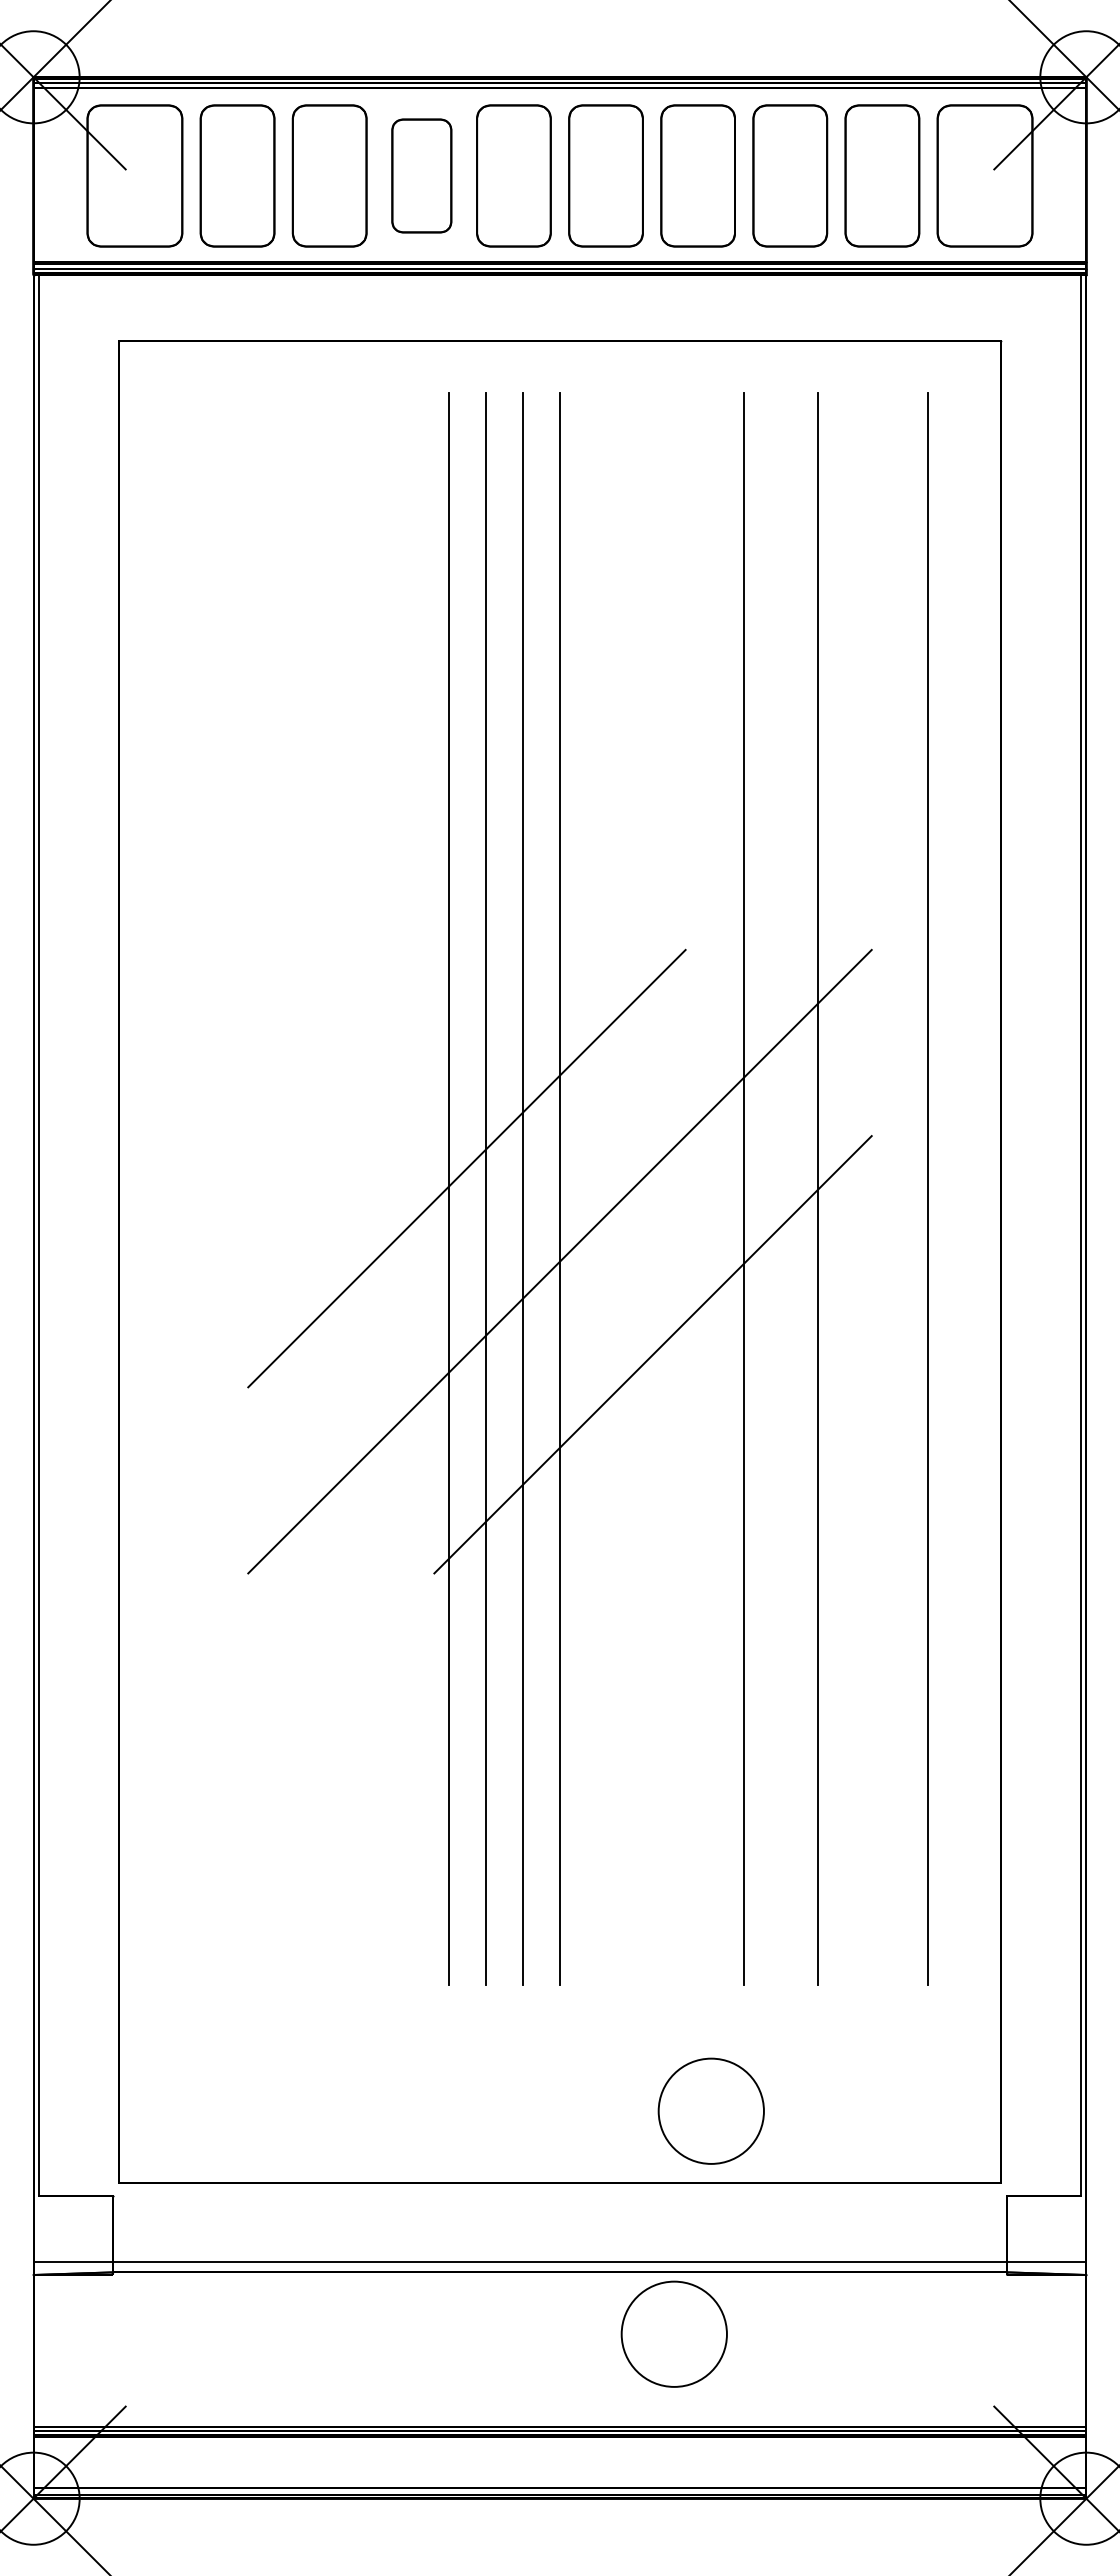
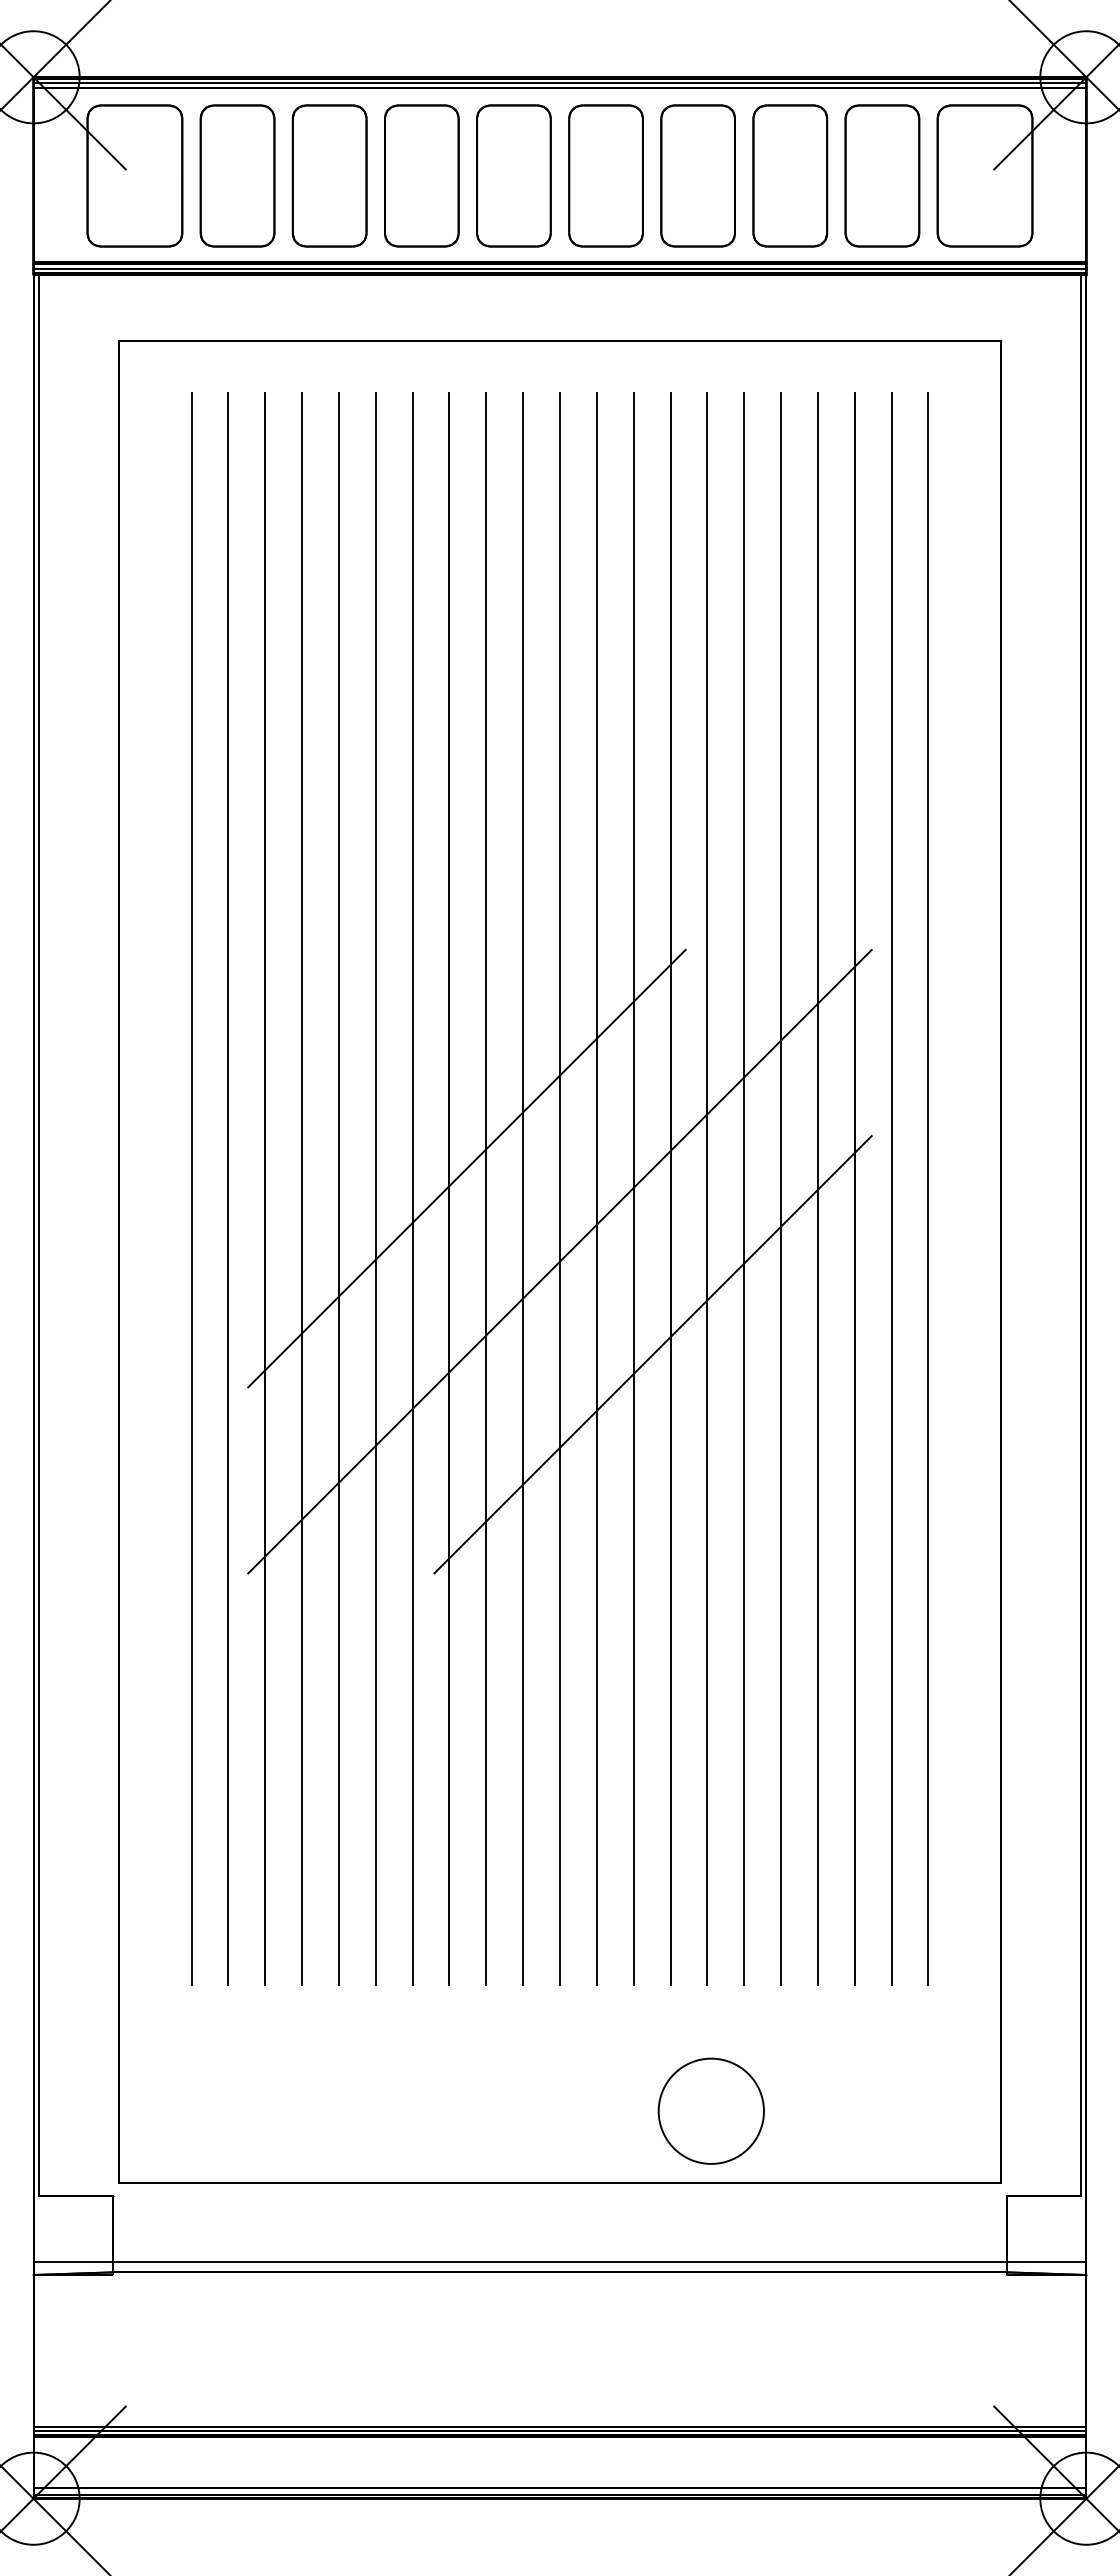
part at (421, 175) size: 62x116 px -> 76x144 px
line at (191, 1189): none -> present
line at (228, 1189): none -> present
line at (265, 1189): none -> present
line at (302, 1189): none -> present
line at (338, 1189): none -> present
line at (375, 1189): none -> present
line at (412, 1189): none -> present
line at (596, 1189): none -> present
line at (633, 1189): none -> present
line at (670, 1189): none -> present
line at (707, 1189): none -> present
line at (781, 1189): none -> present
line at (854, 1189): none -> present
line at (891, 1189): none -> present
circle at (673, 2333): present -> none
